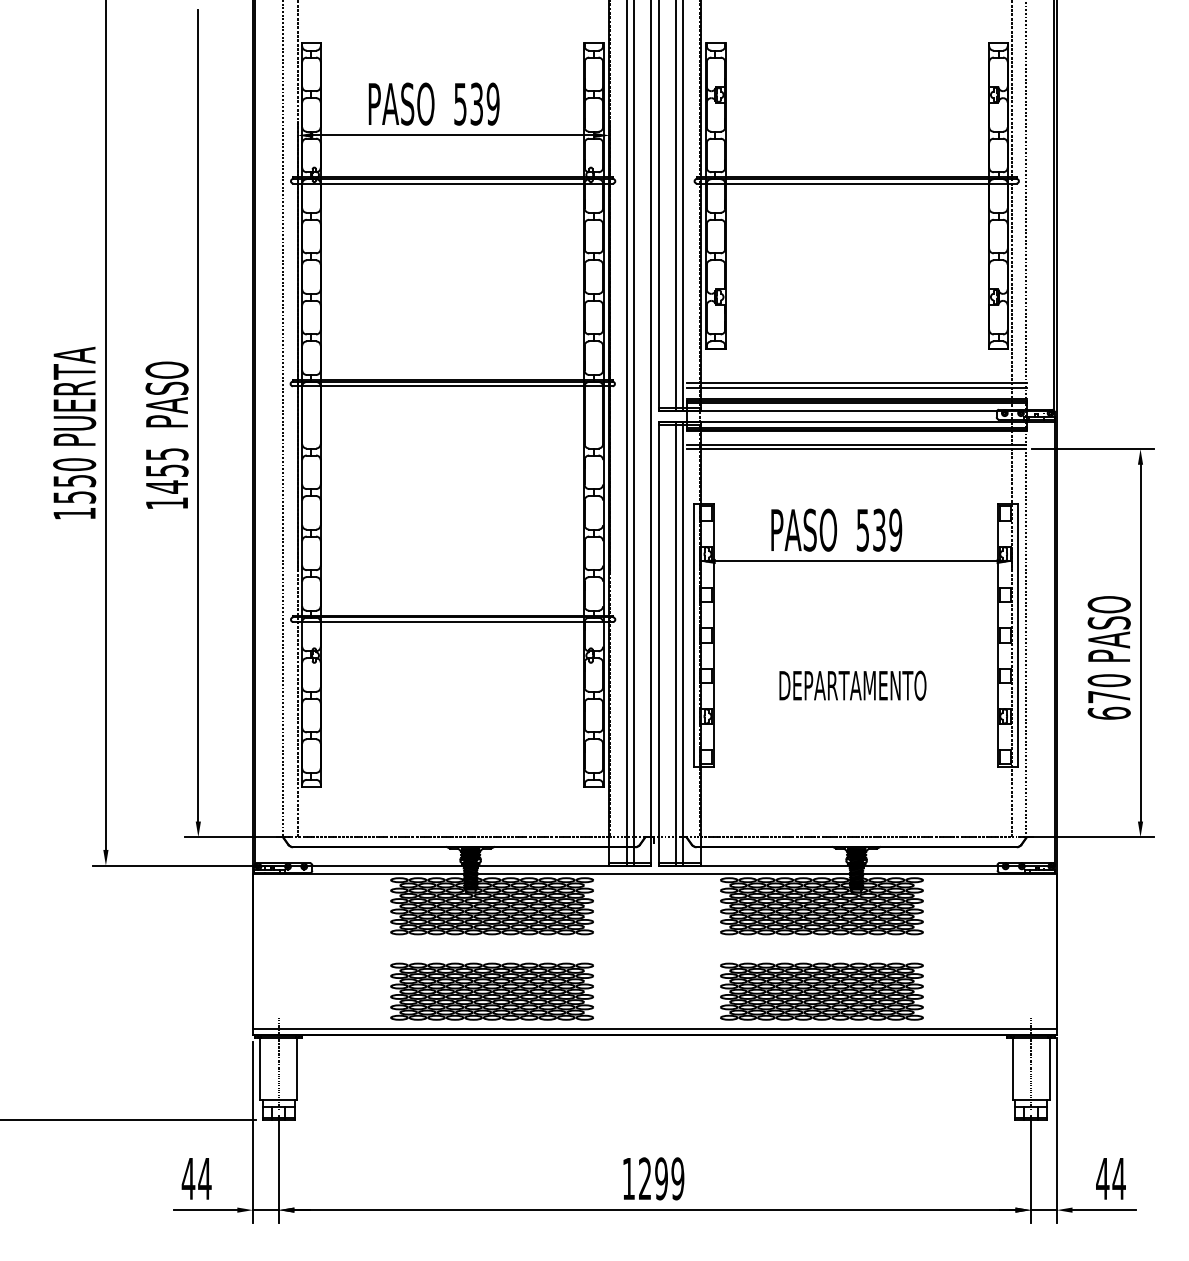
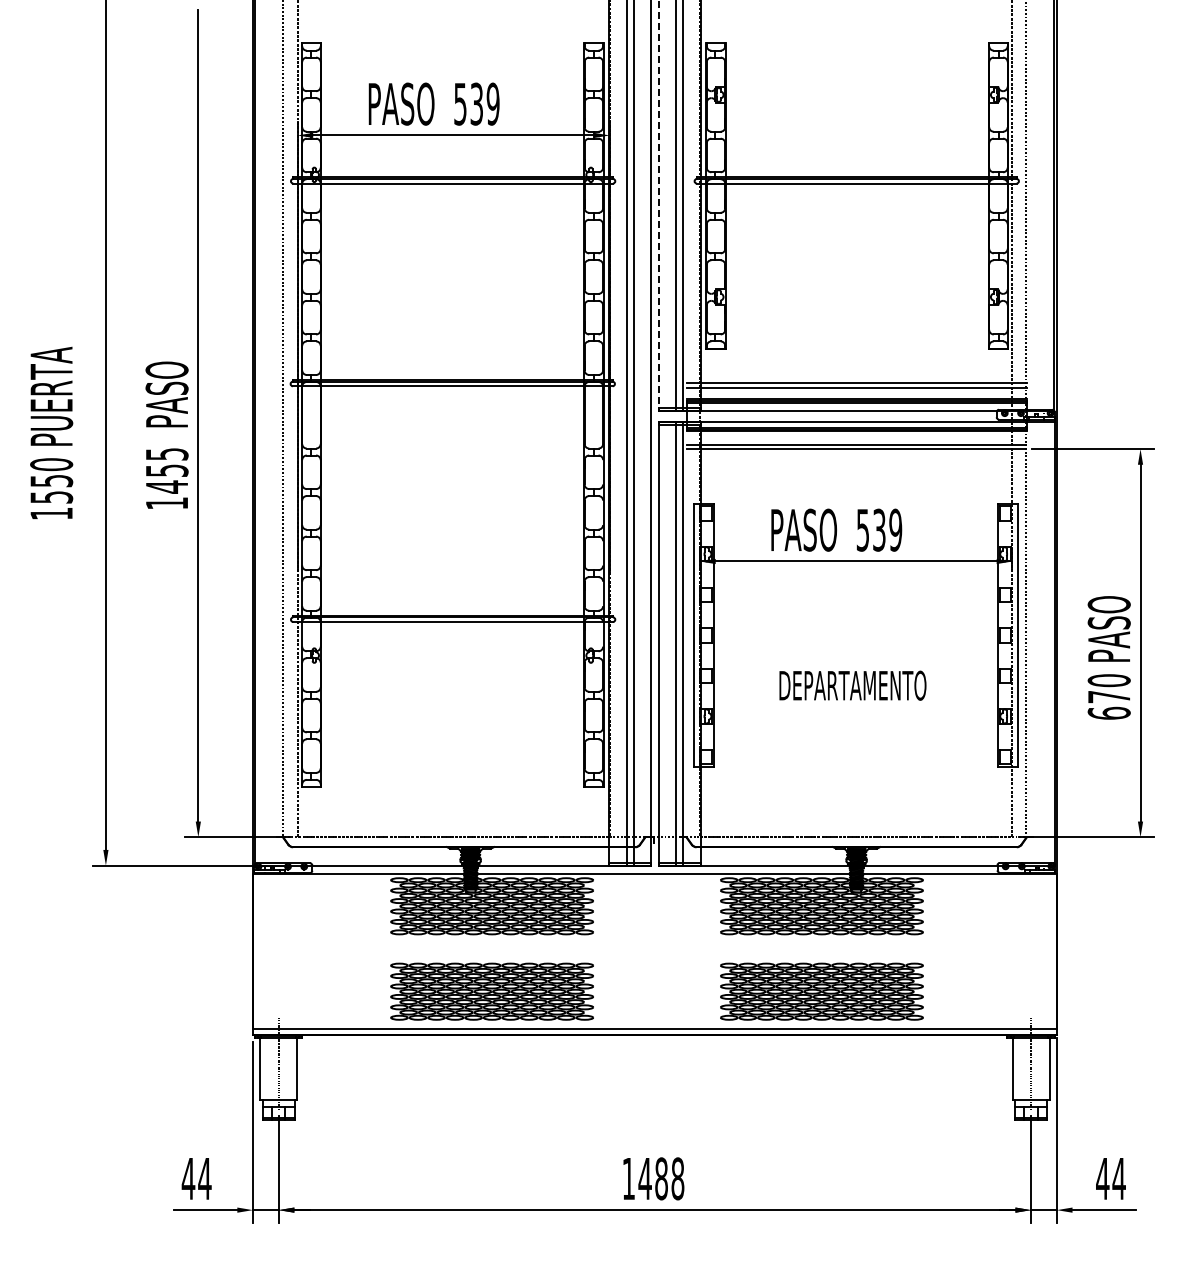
line at (658, 206): solid -> dashed
text at (74, 432) position: (74, 432) -> (51, 432)
line at (129, 1119): present -> none
text at (661, 1178): 1299 -> 1488
